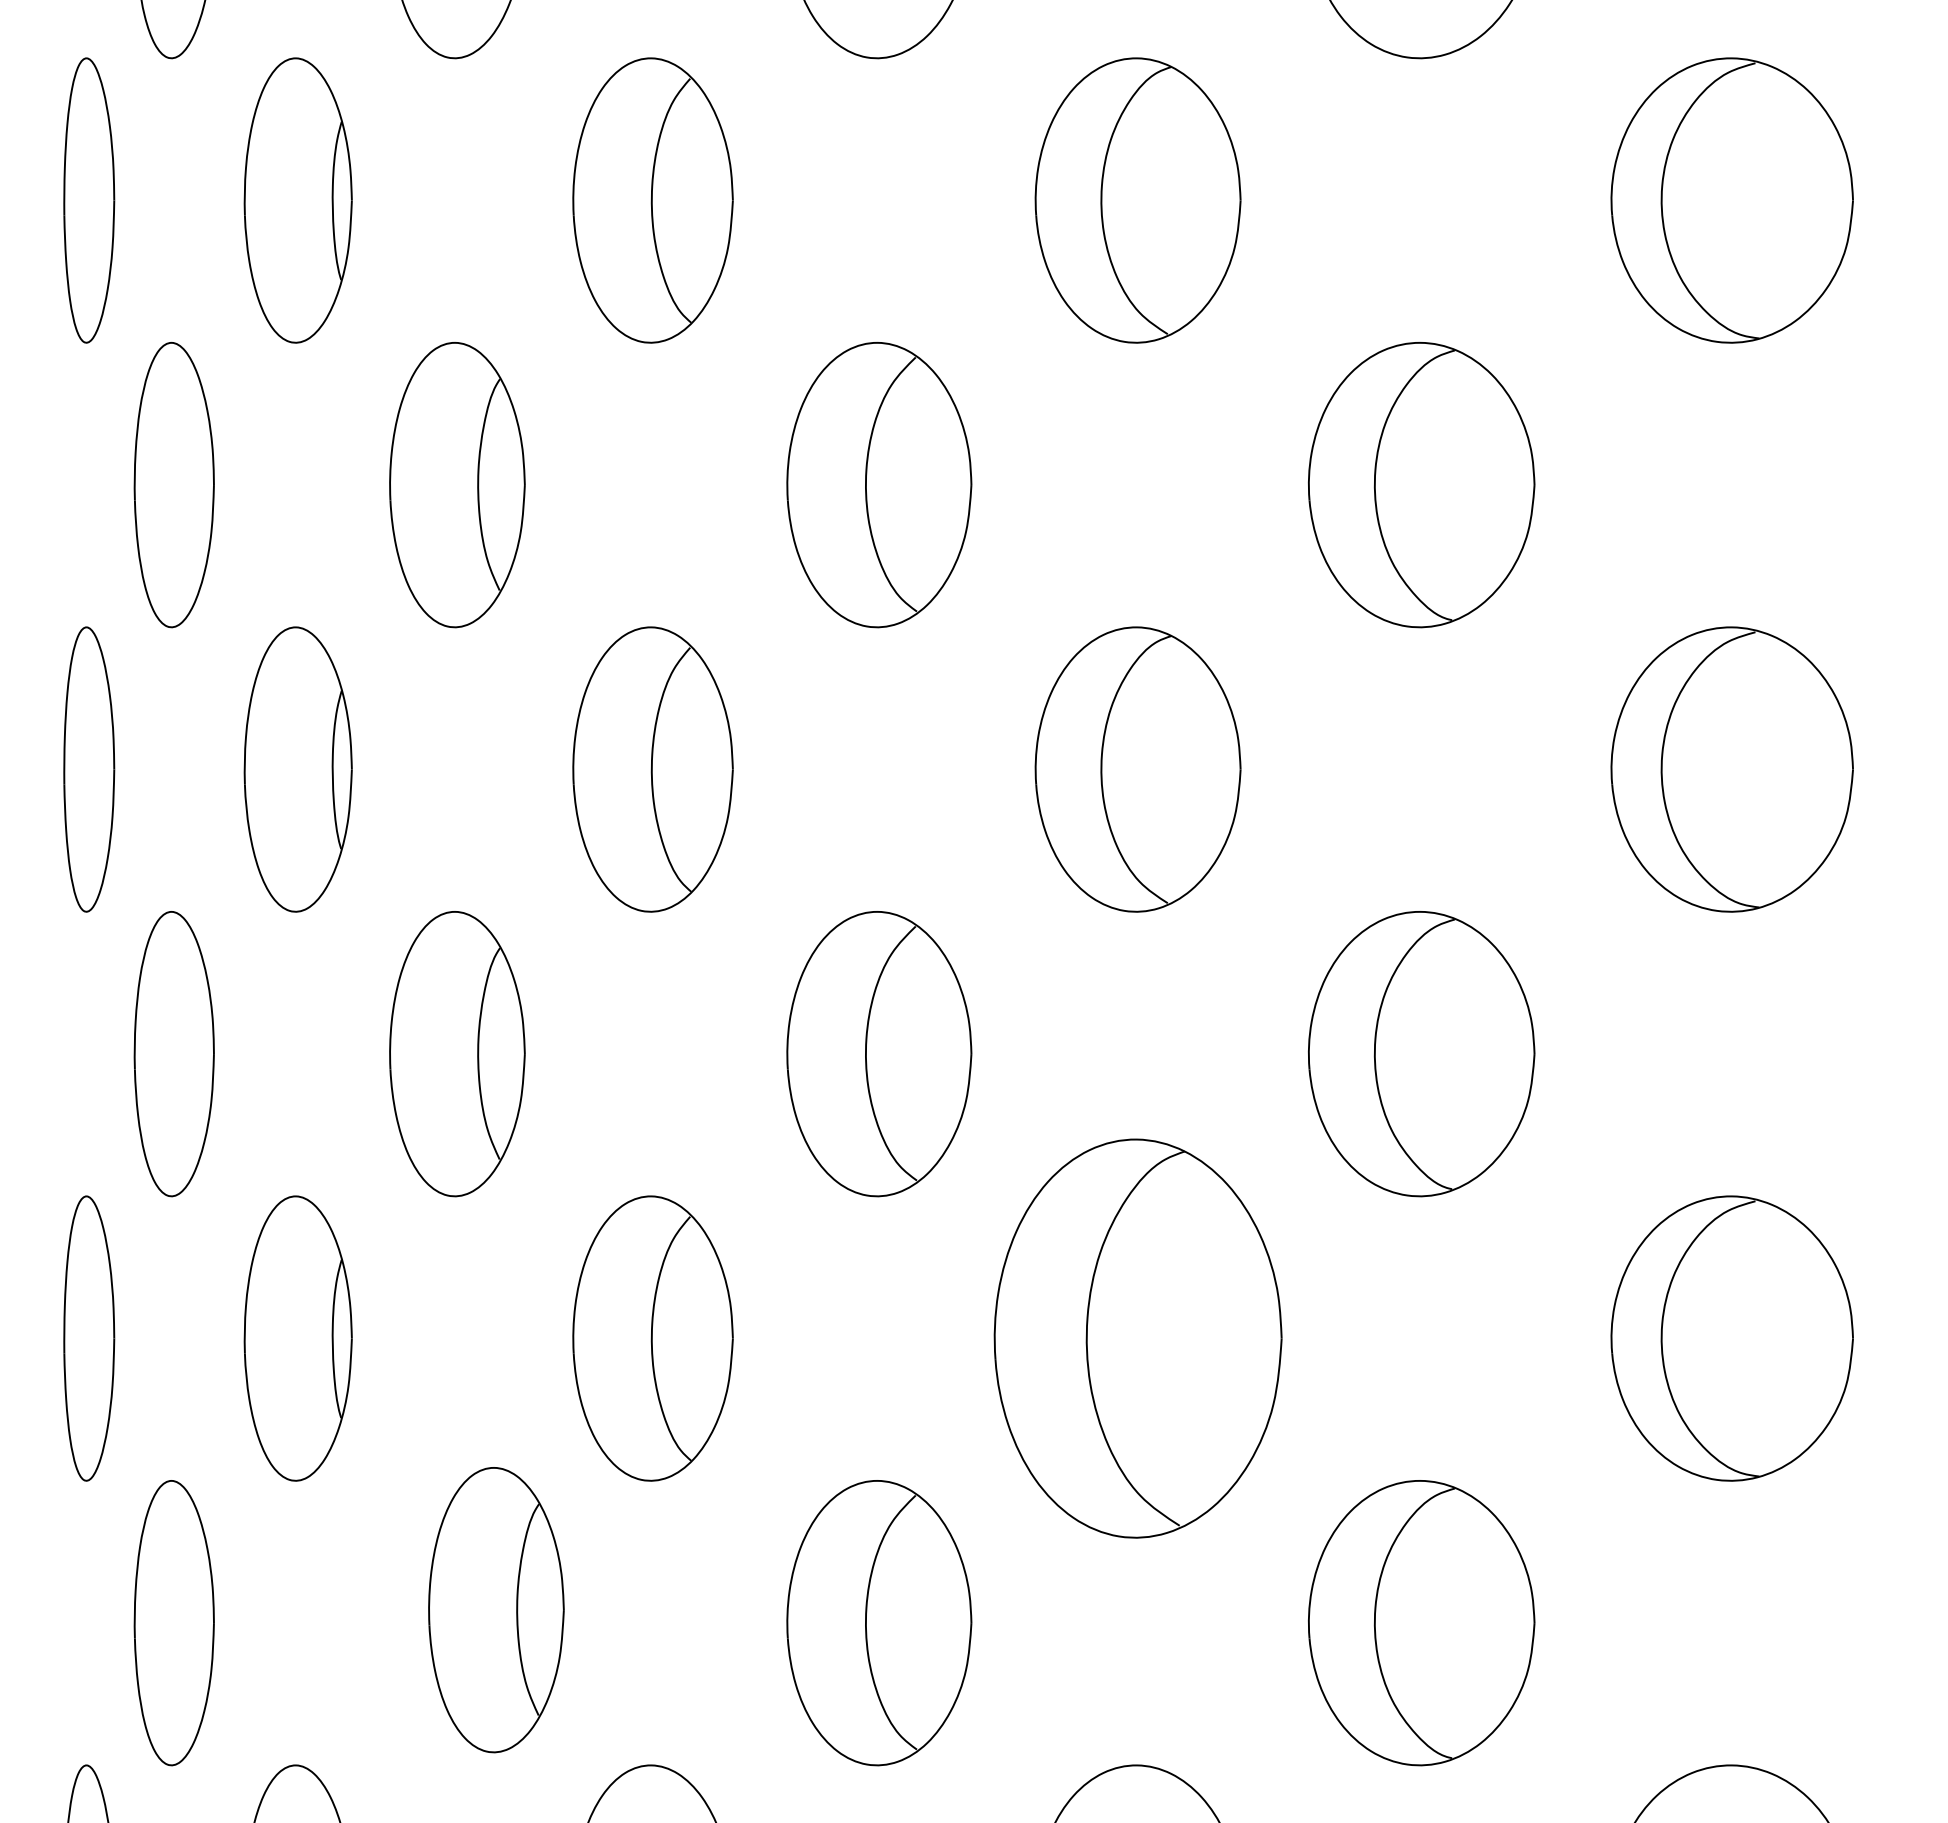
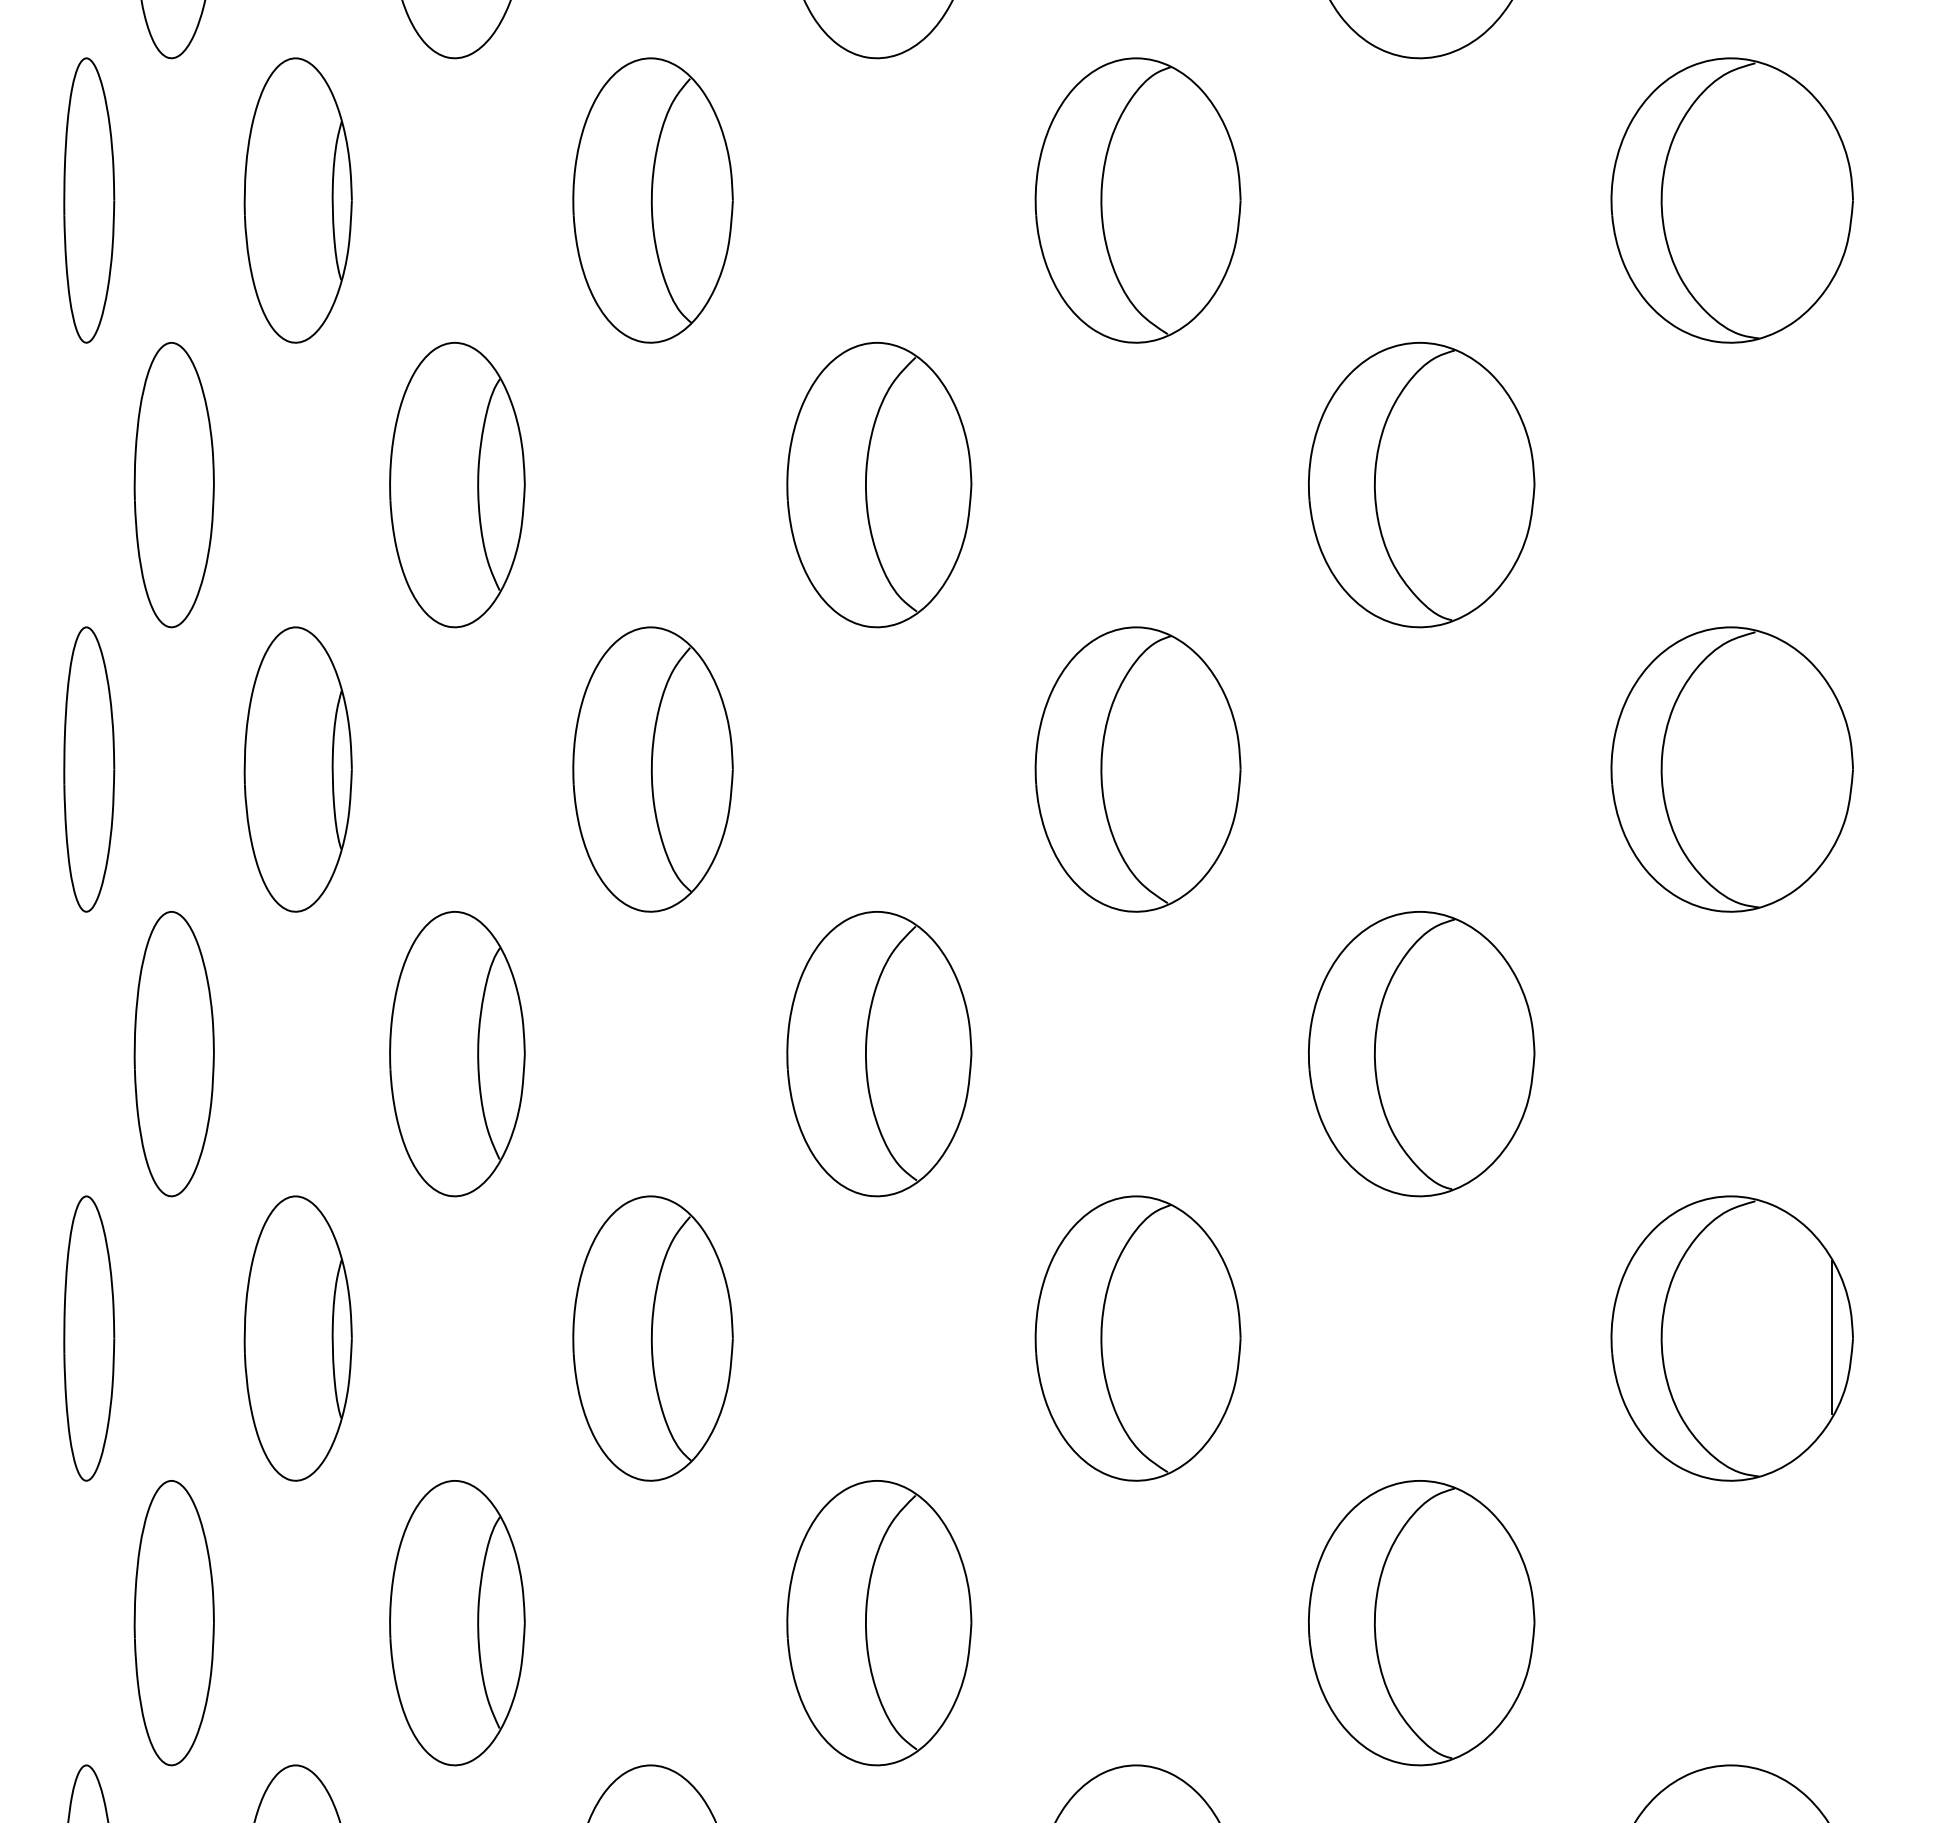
line at (1832, 1337): none -> present
part at (1137, 1338) size: 290x401 px -> 208x287 px
part at (496, 1610) position: (496, 1610) -> (457, 1623)
